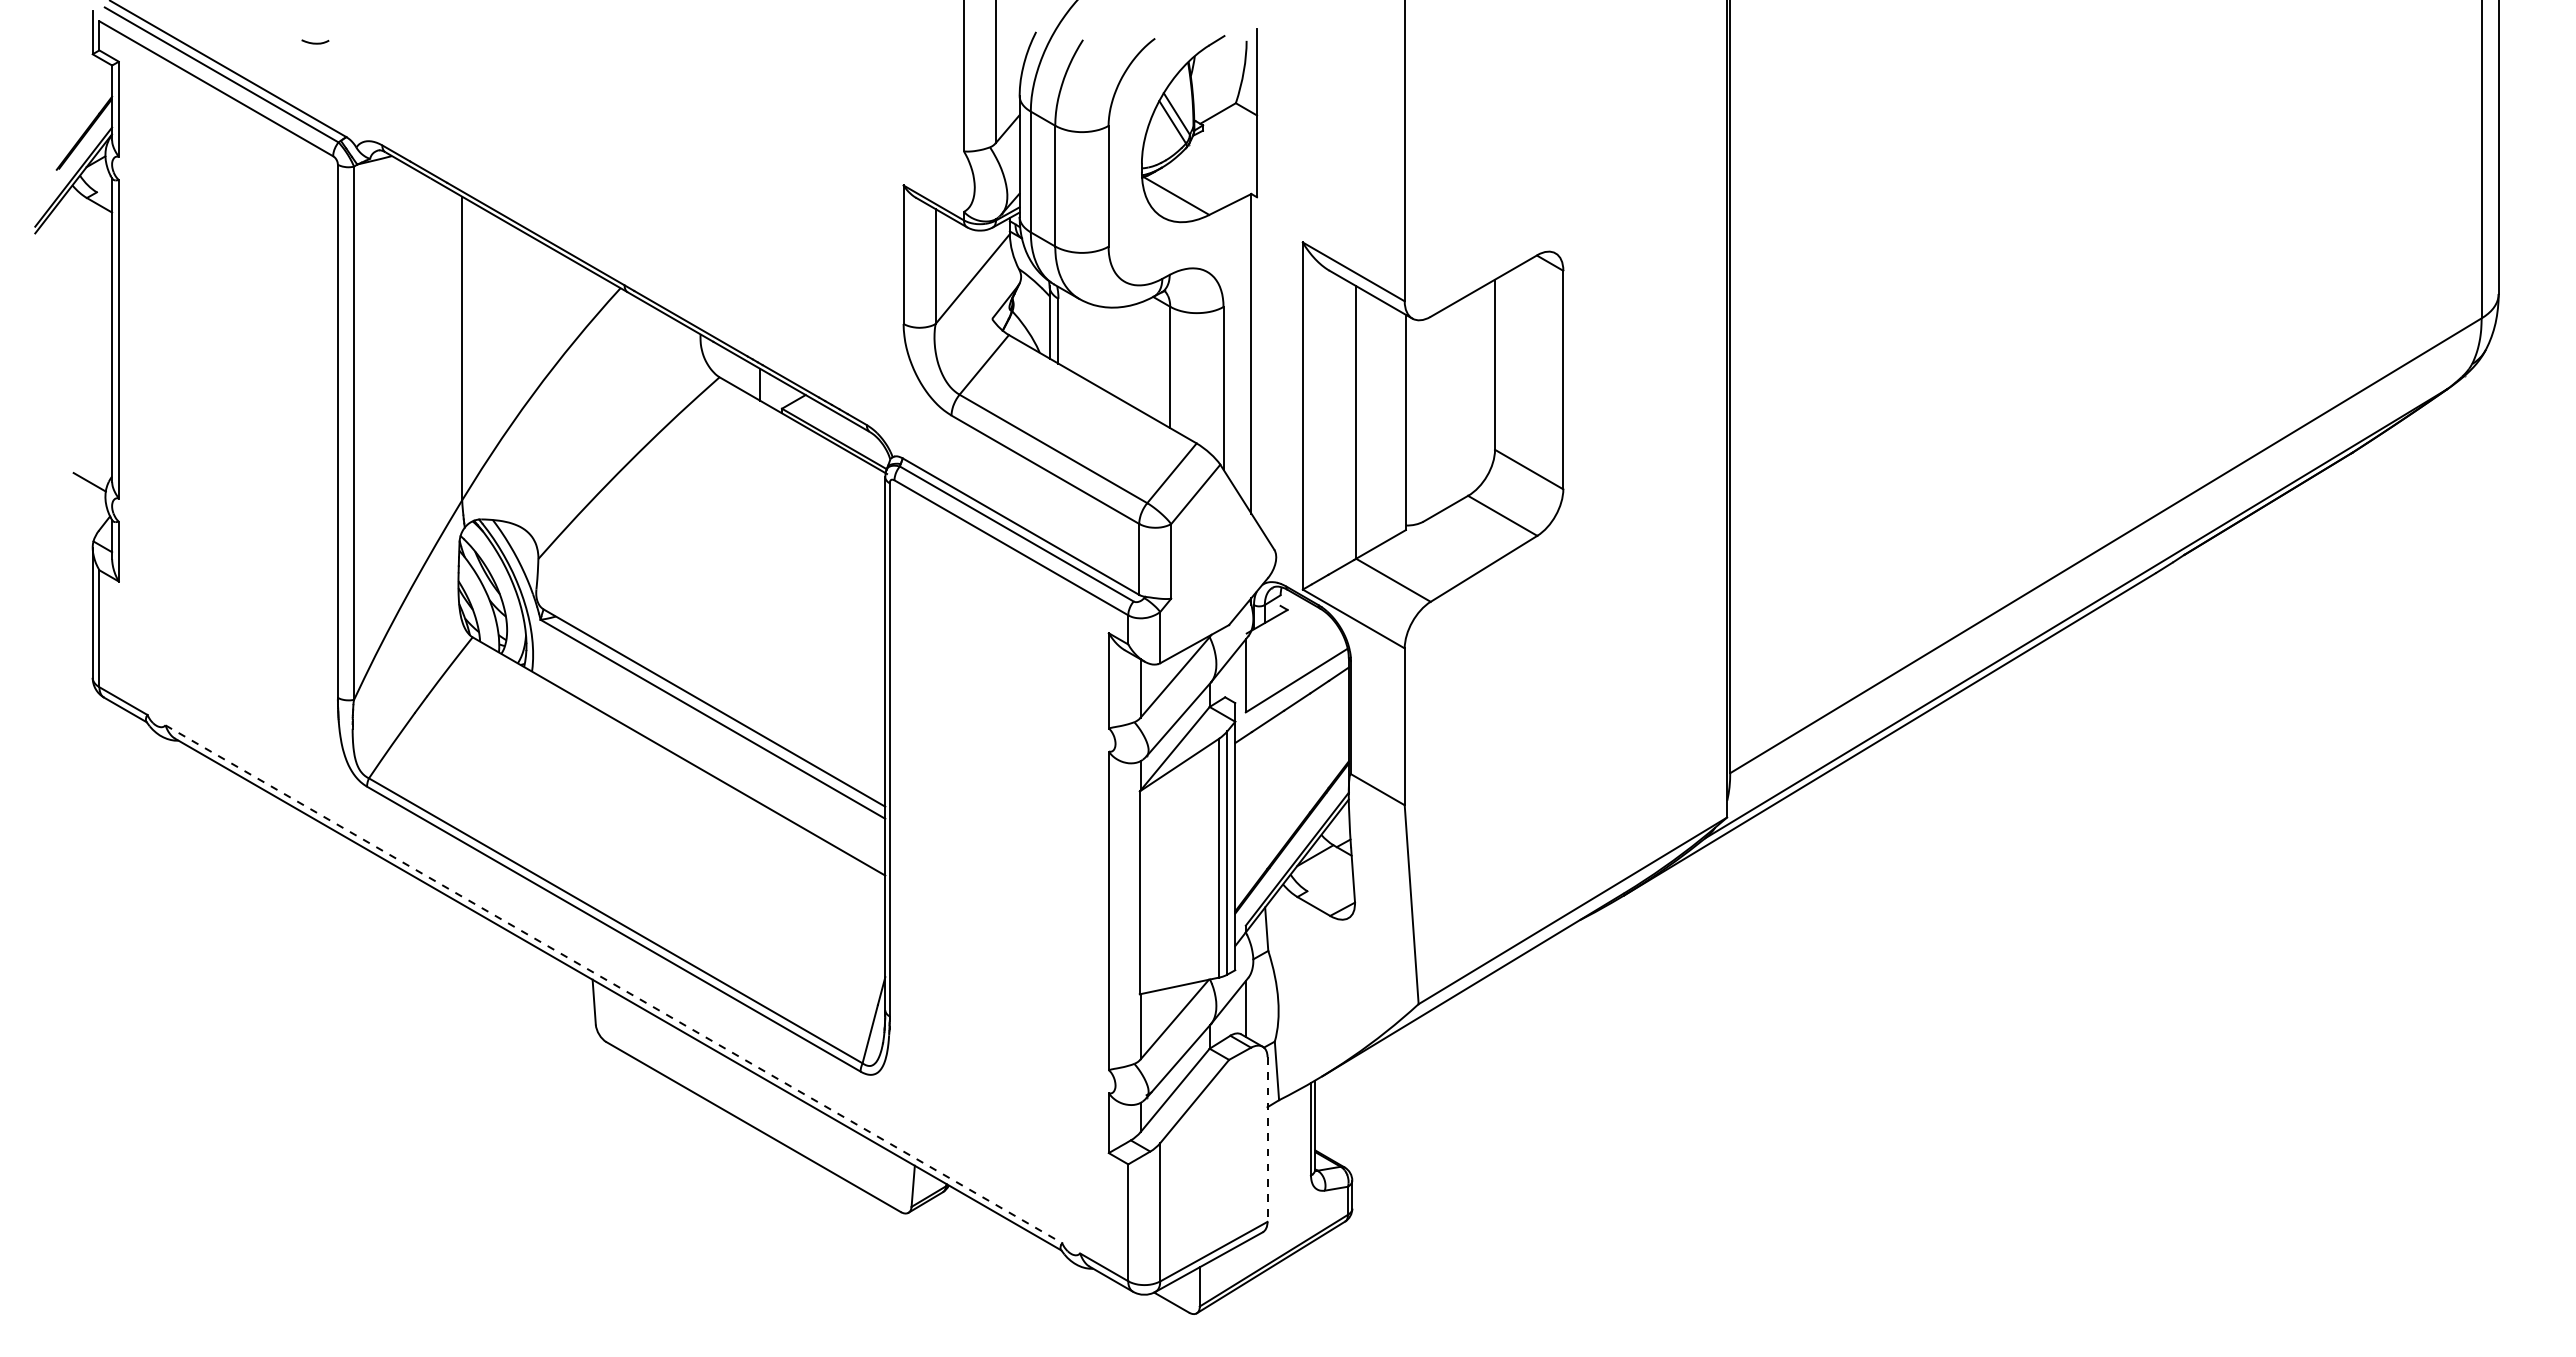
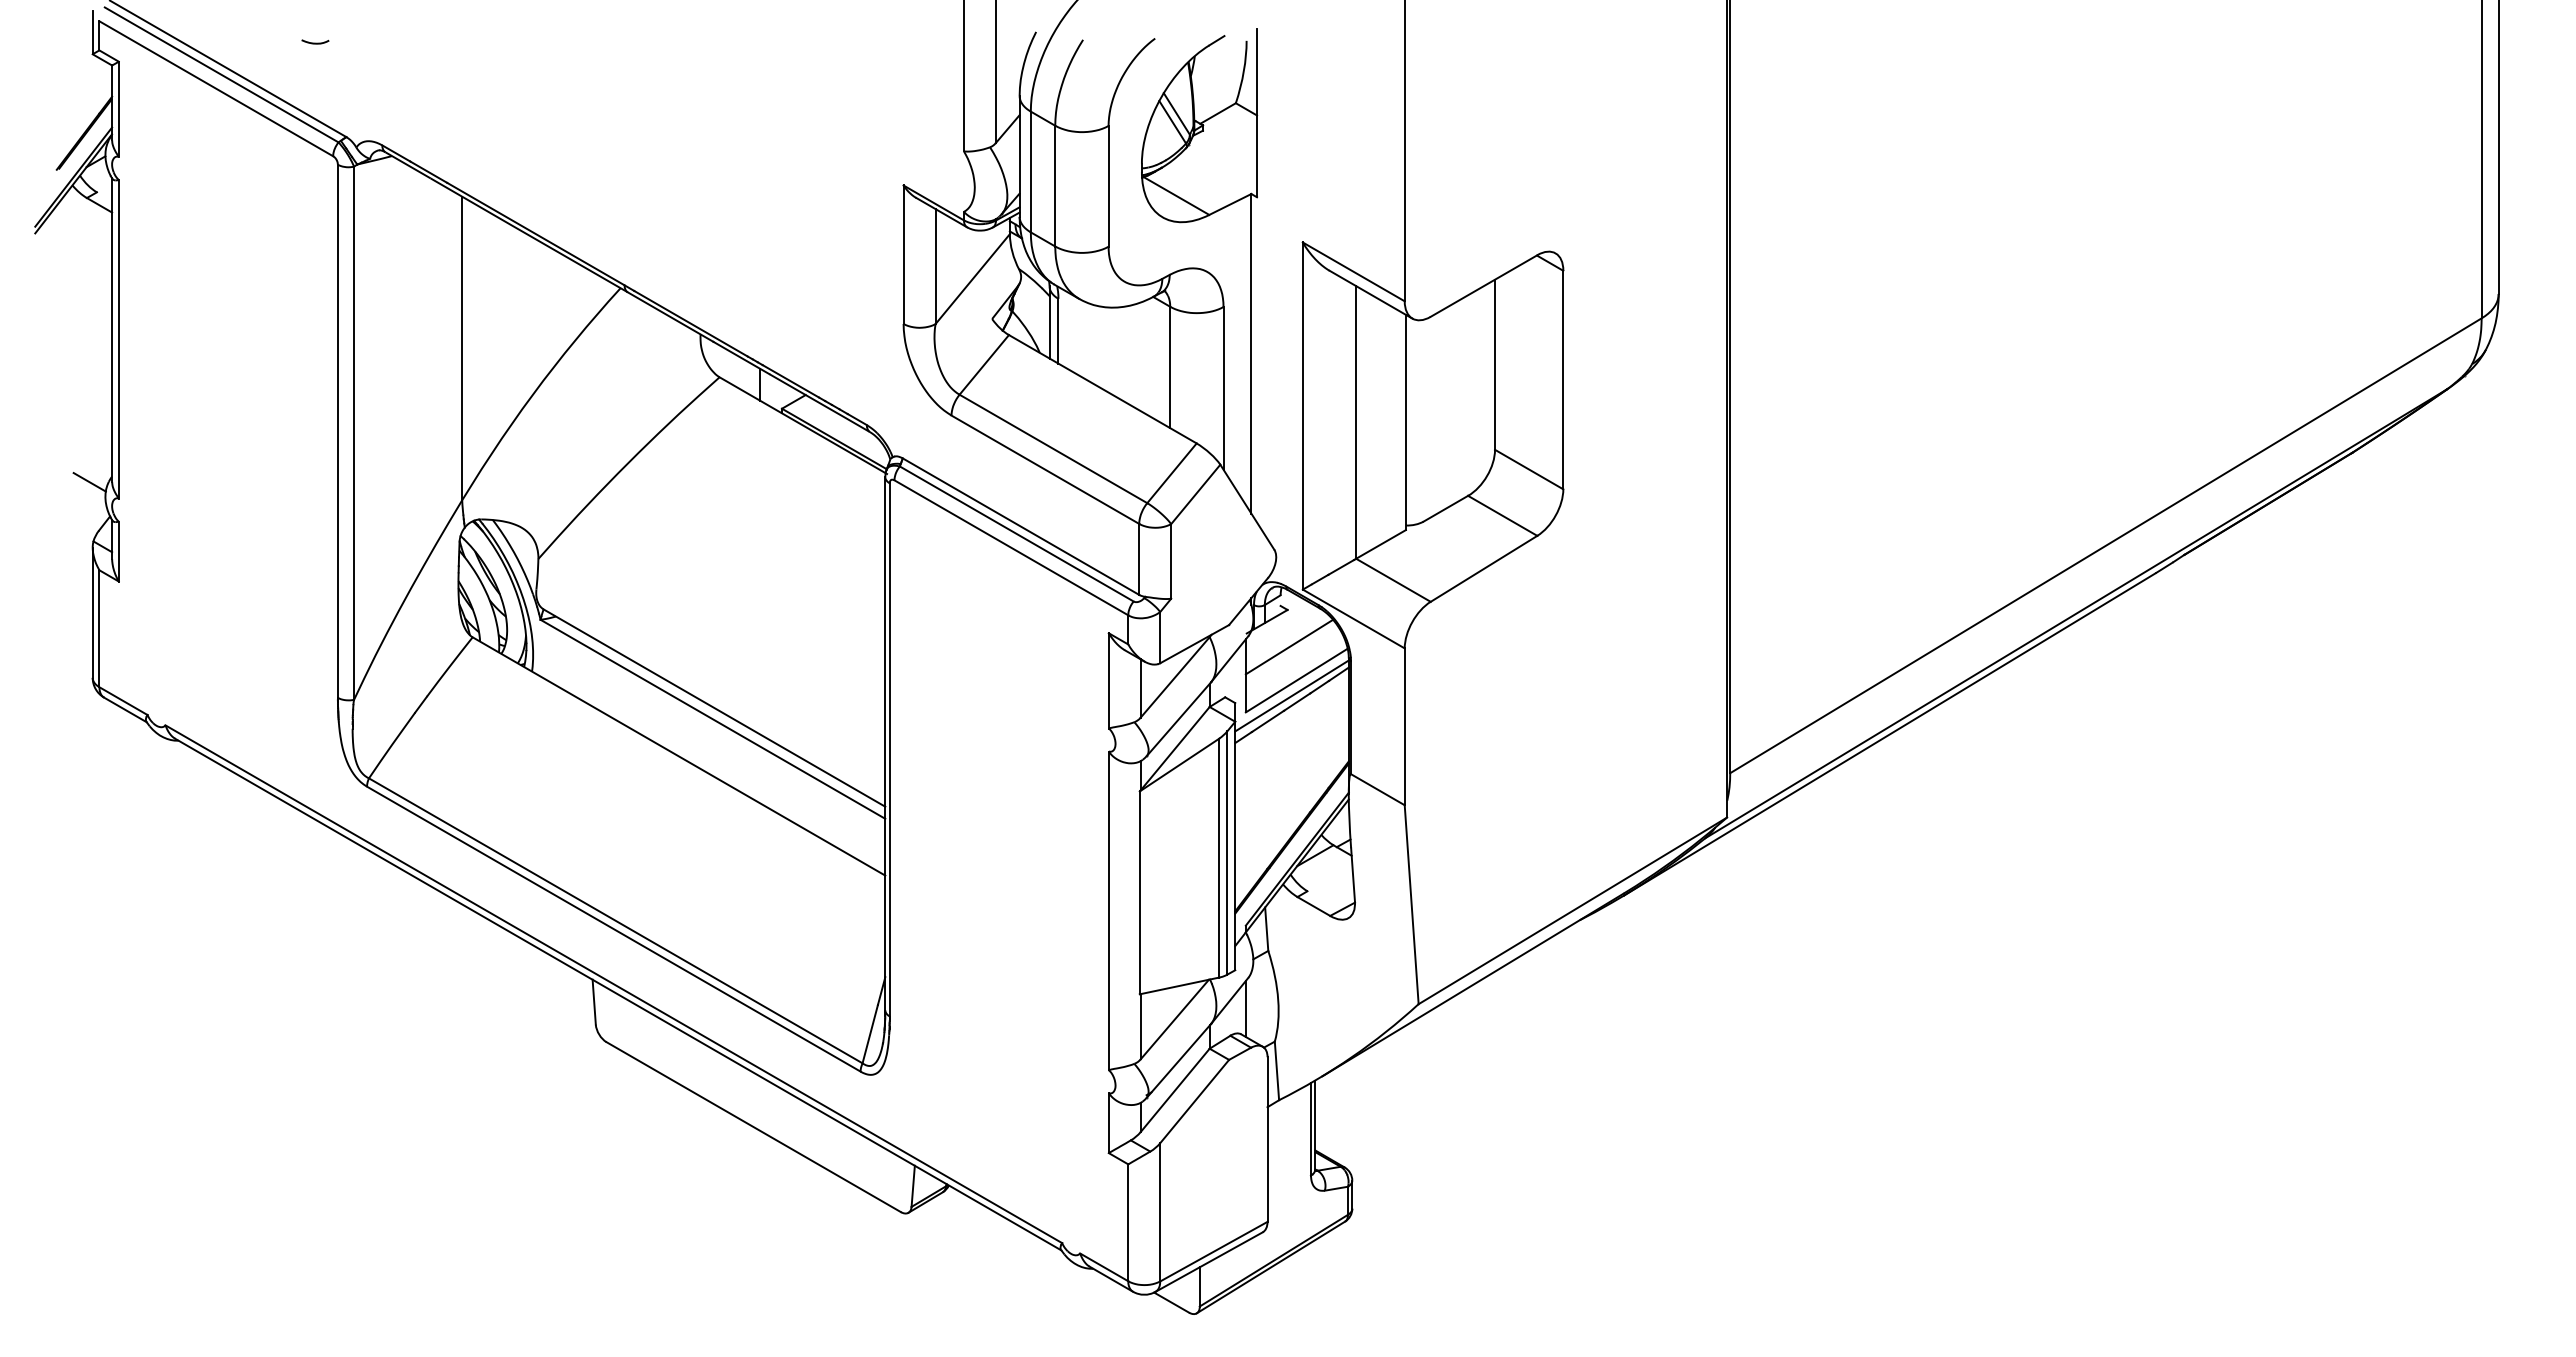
line at (1289, 646): none -> present
line at (1291, 695): none -> present
line at (613, 984): dashed -> solid
line at (1267, 1140): dashed -> solid
